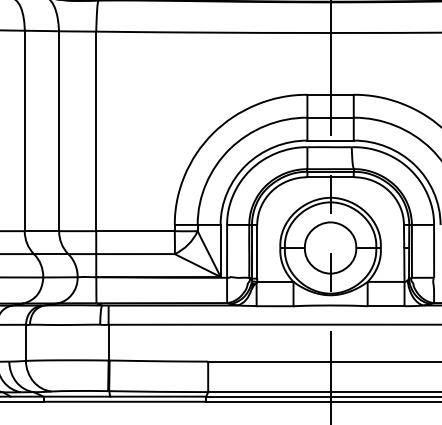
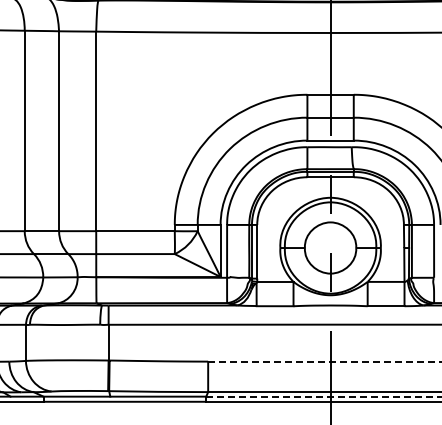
line at (325, 361): solid -> dashed
line at (324, 396): solid -> dashed
